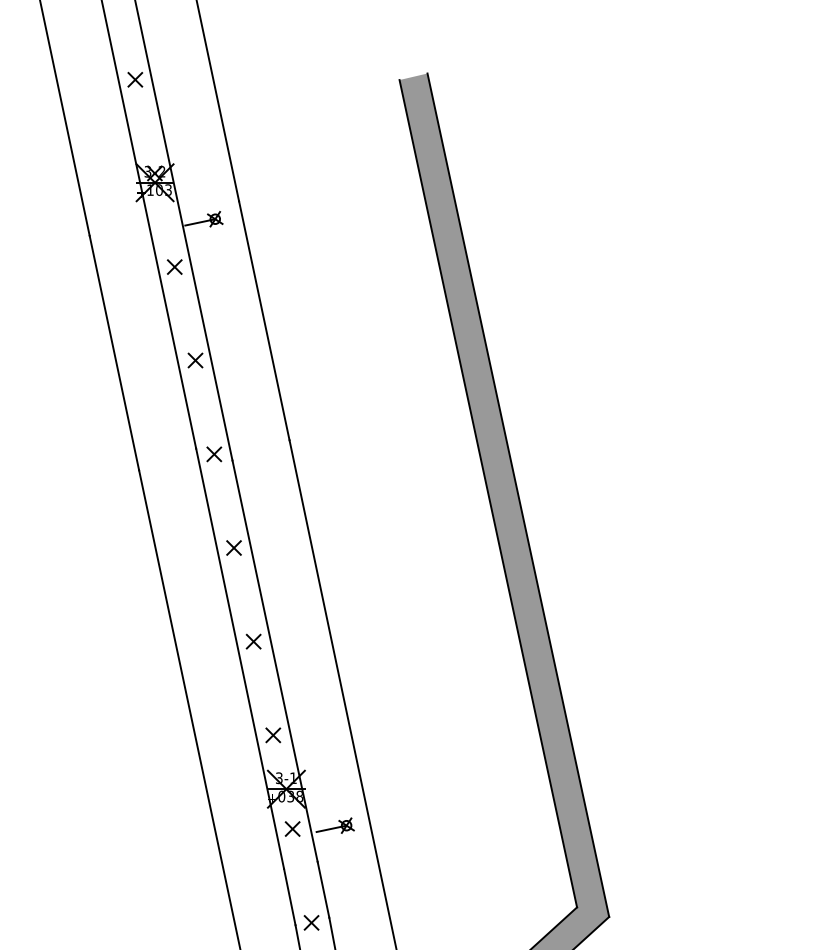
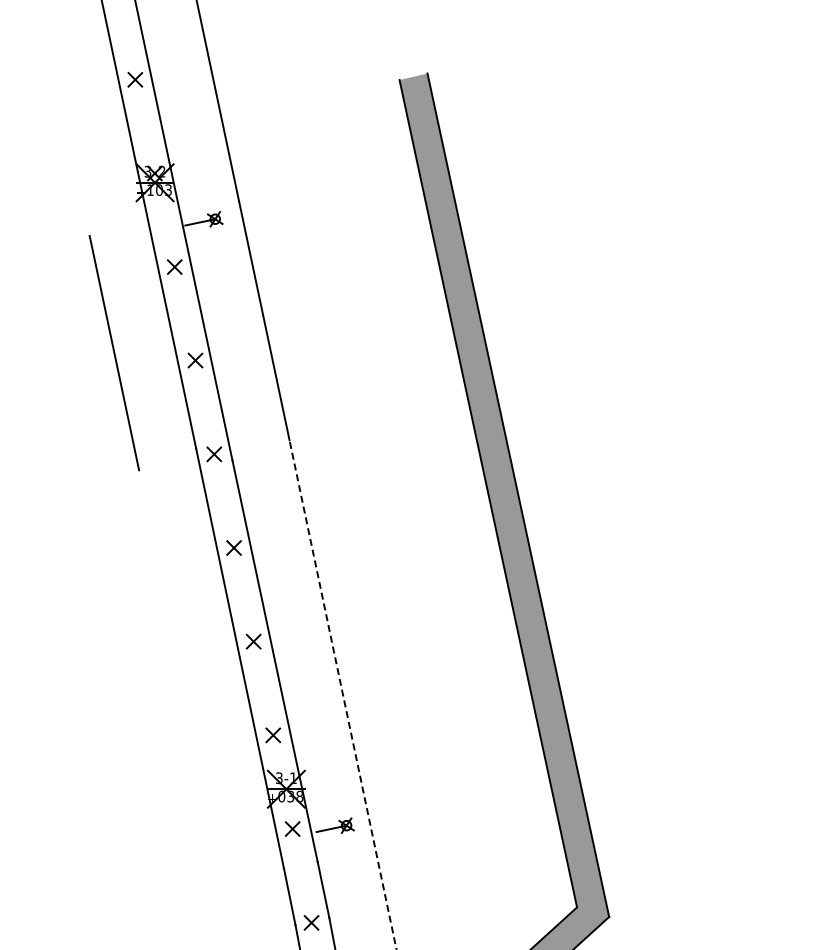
line at (64, 118): present -> none
line at (342, 694): solid -> dashed
line at (189, 708): present -> none
